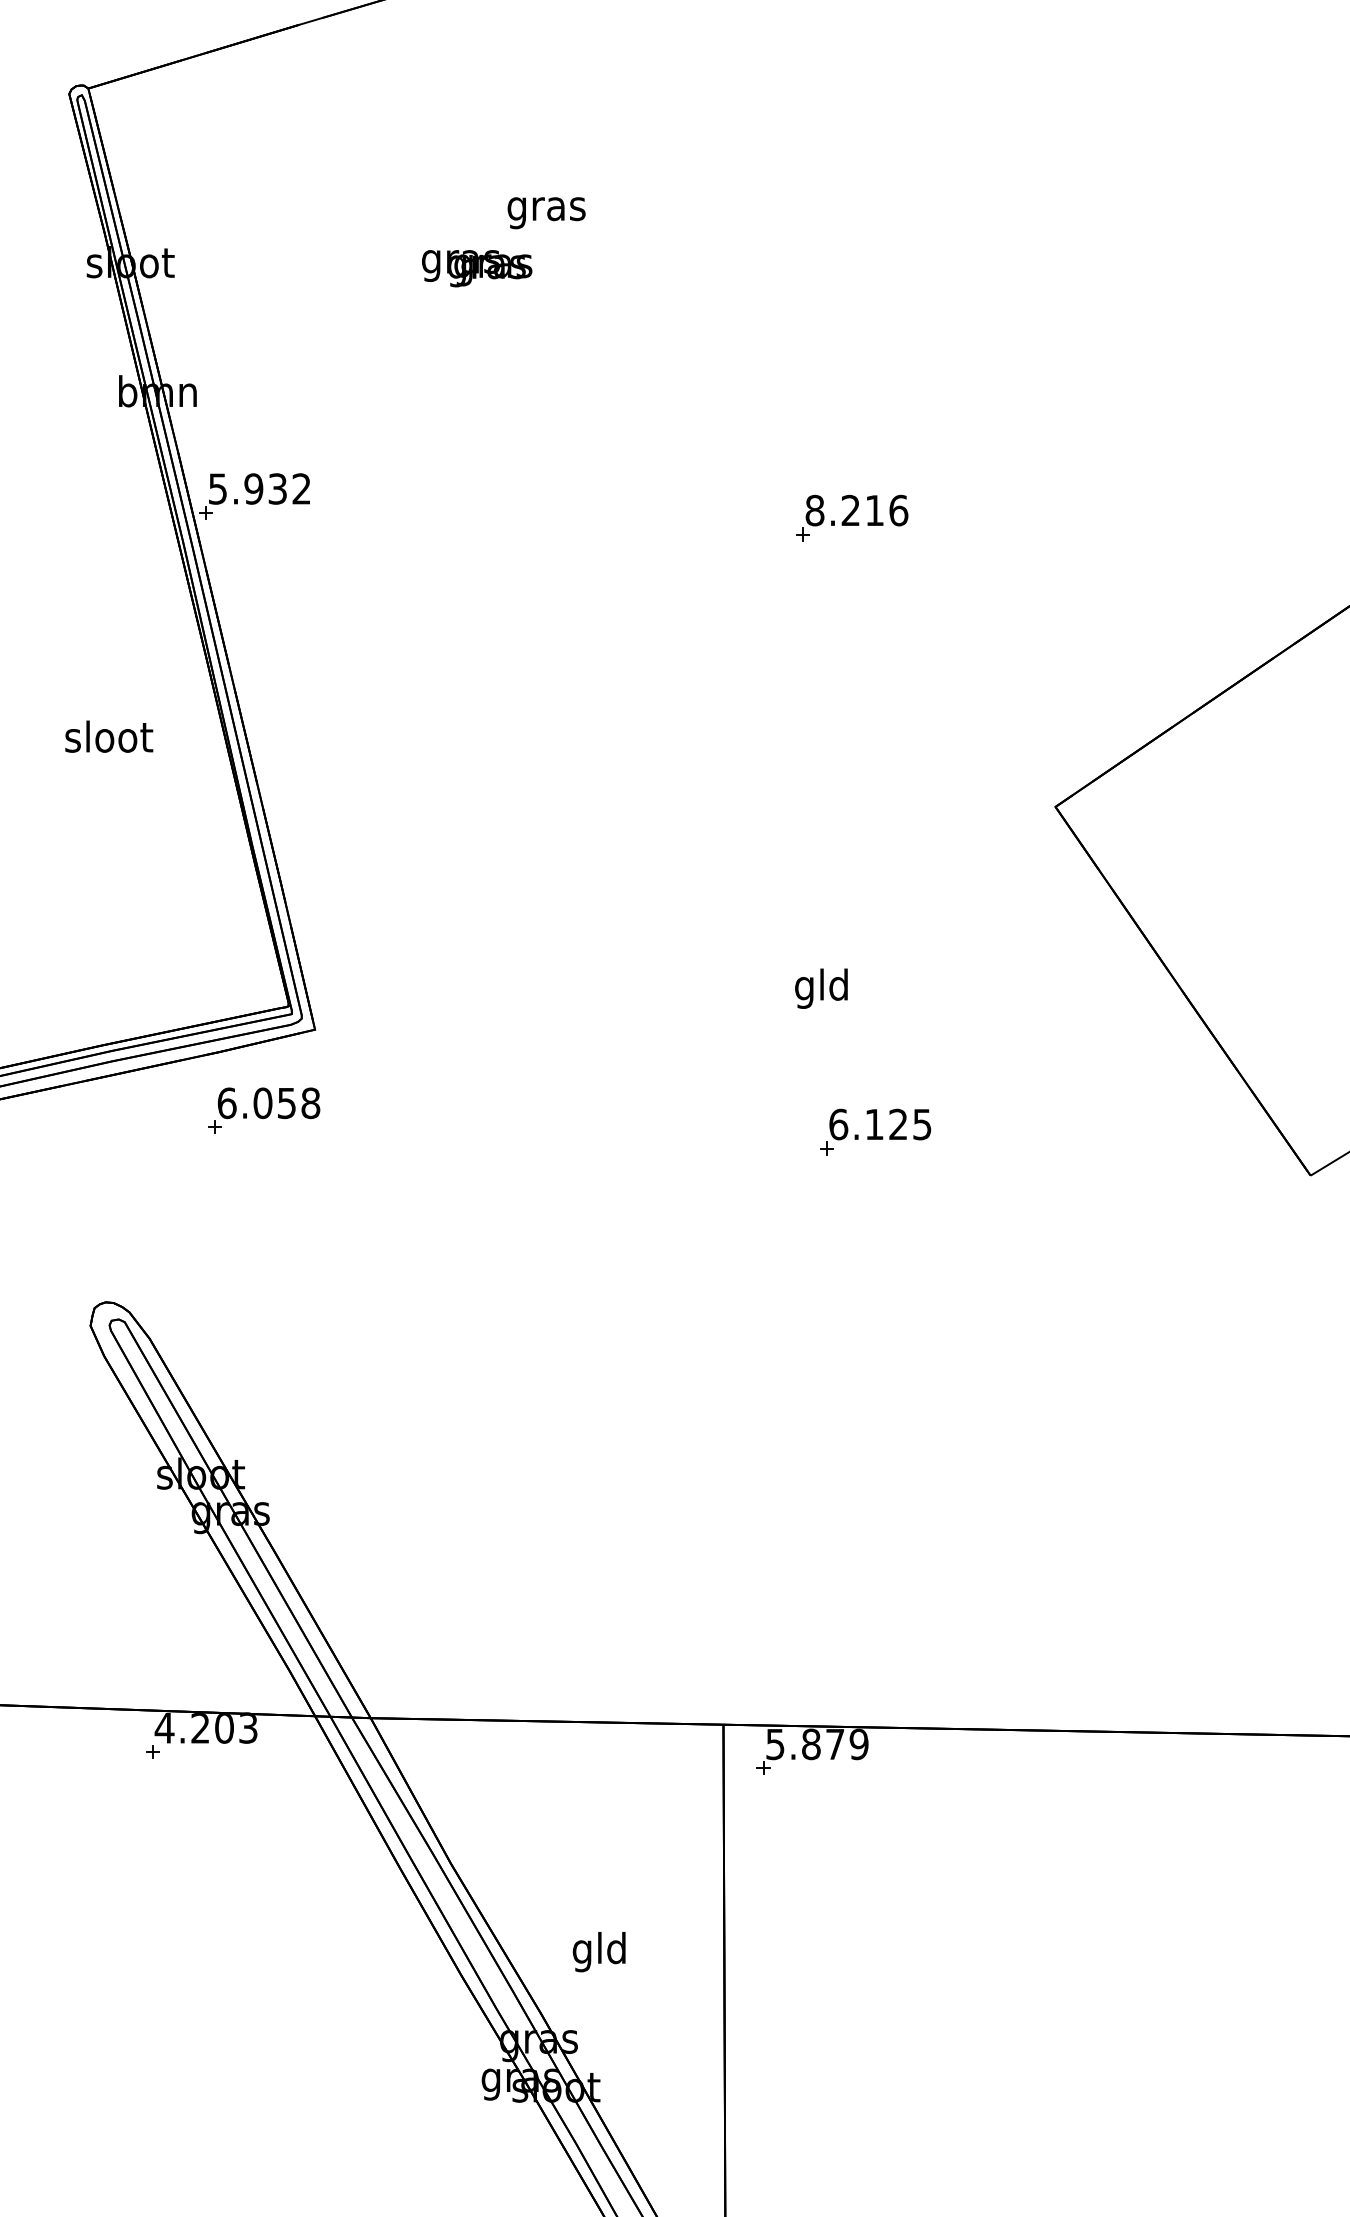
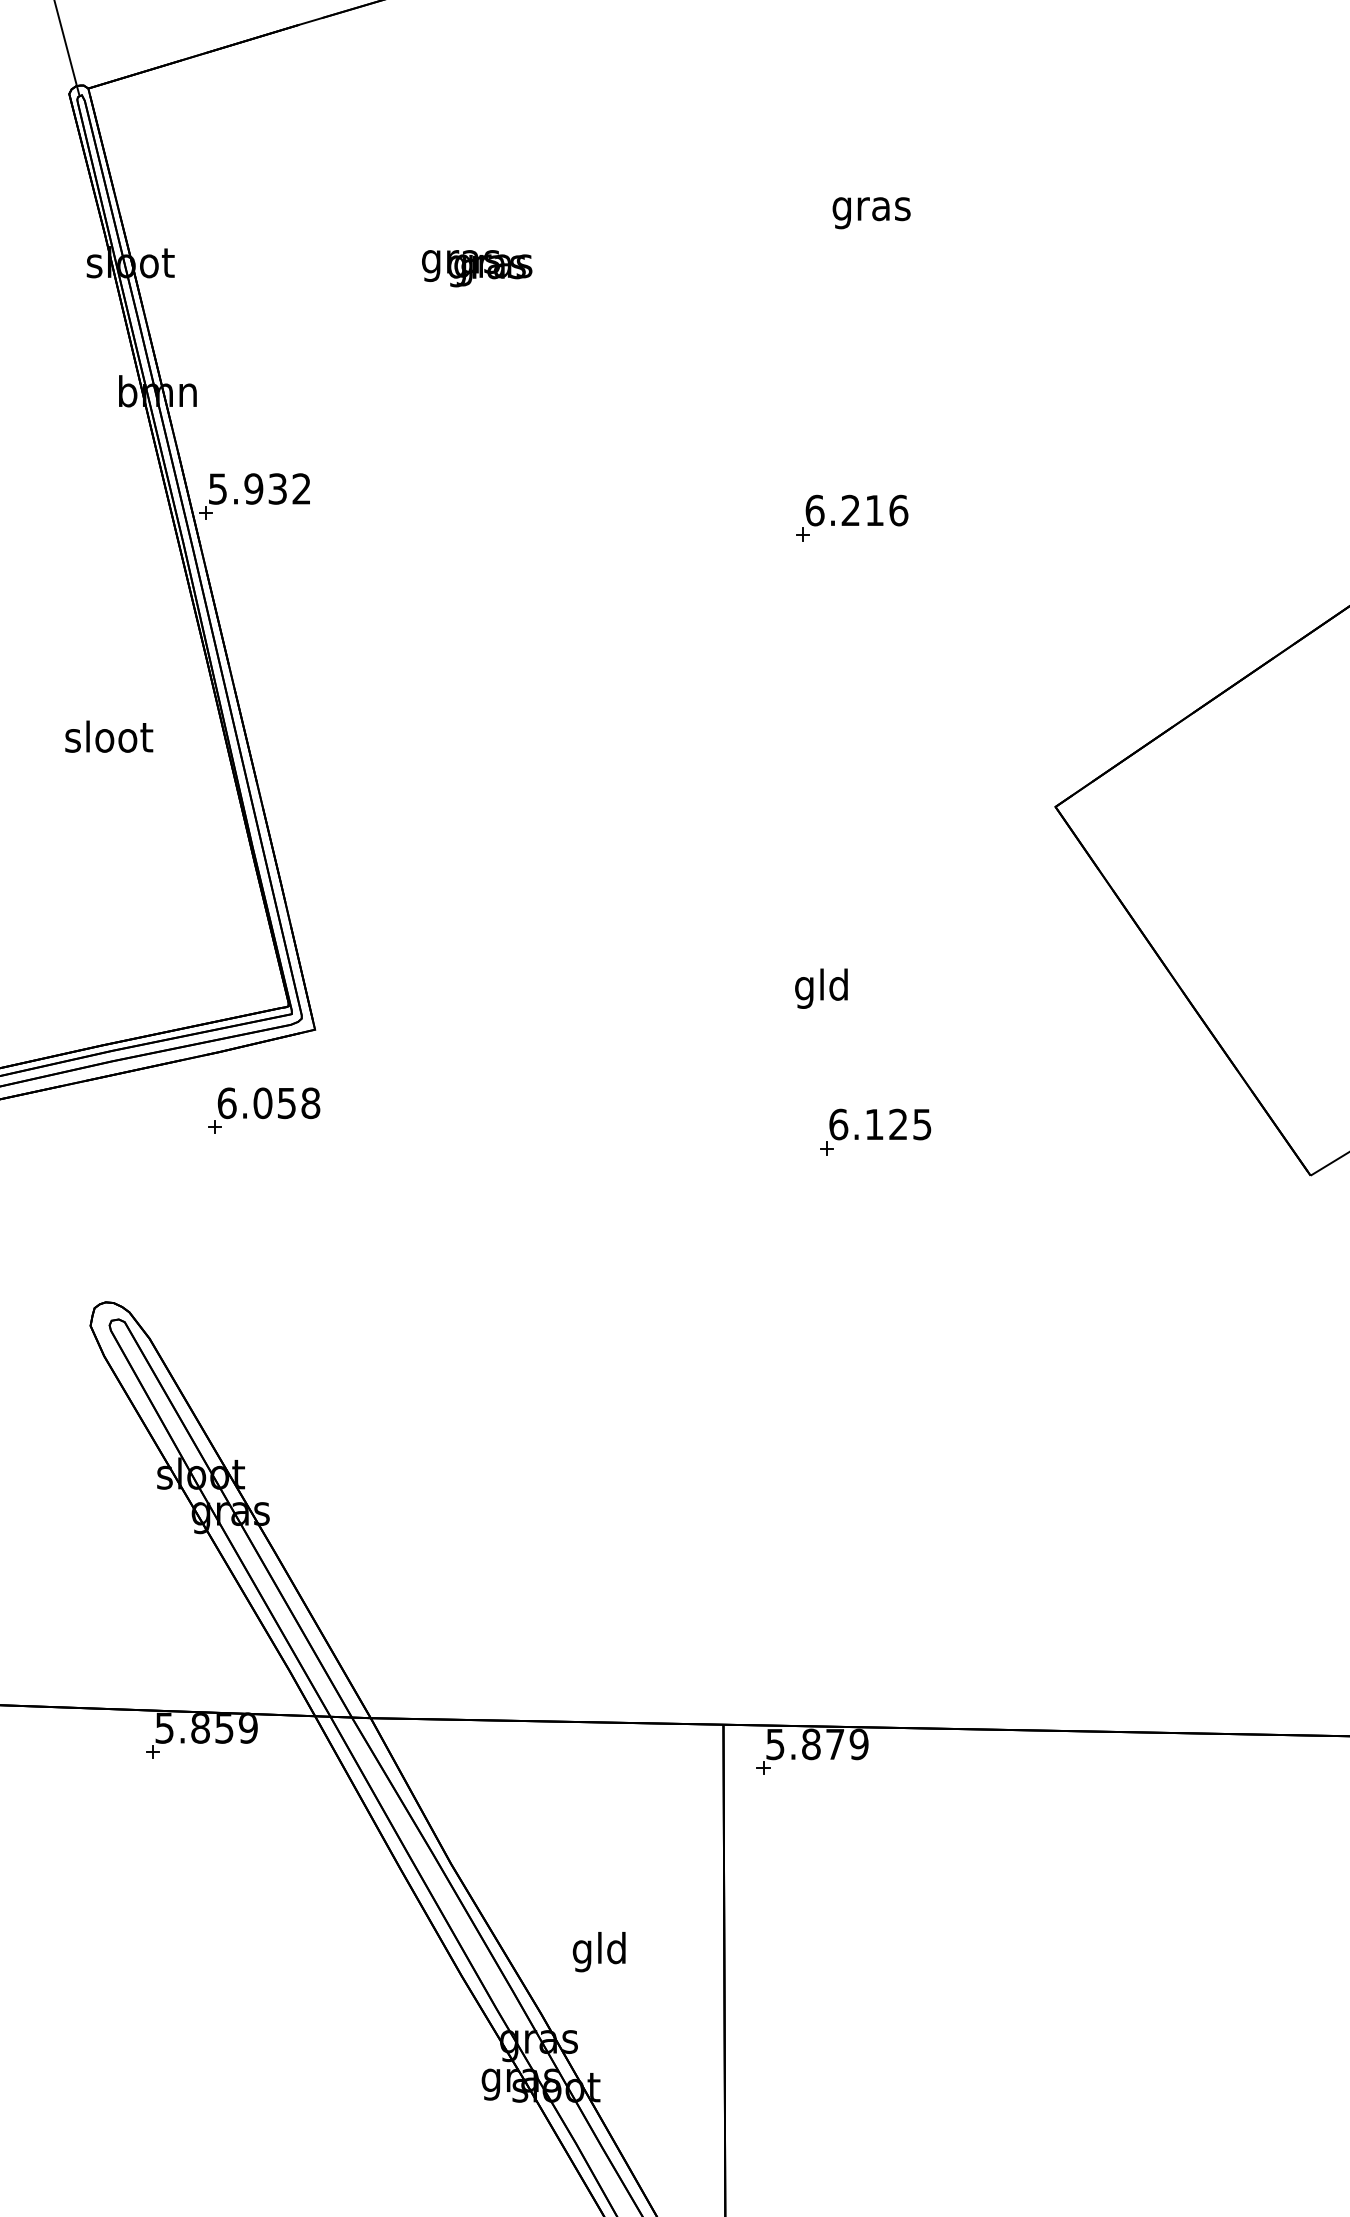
line at (67, 49): none -> present
text at (546, 213) position: (546, 213) -> (871, 213)
text at (814, 510): 8.216 -> 6.216
text at (205, 1727): 4.203 -> 5.859
